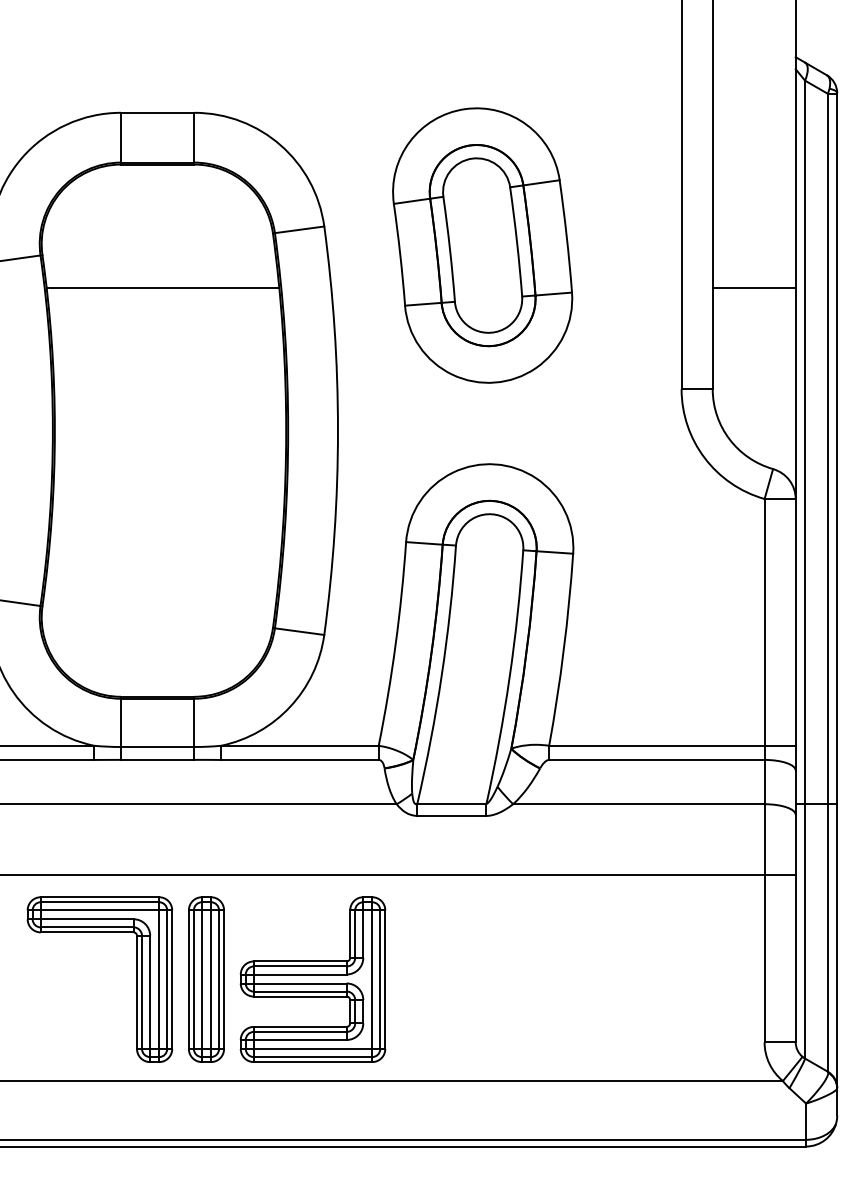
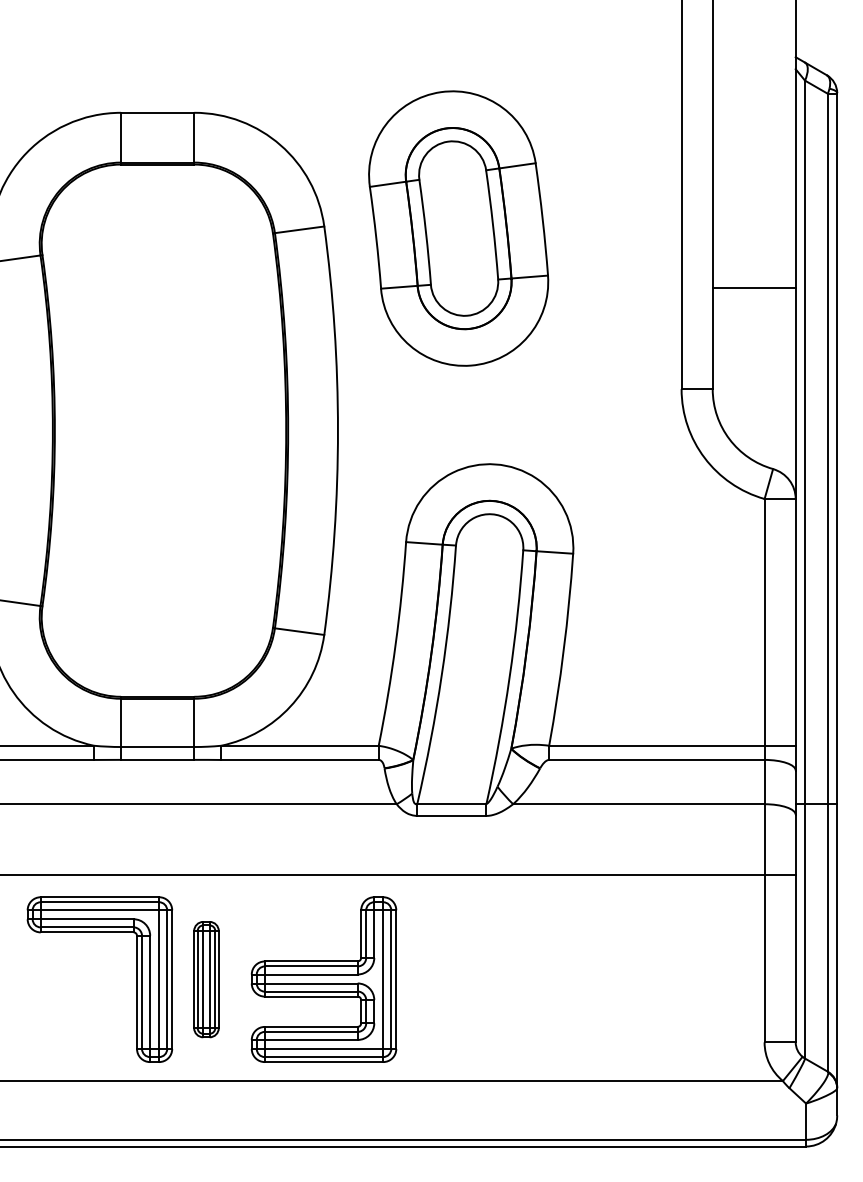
part at (482, 245) position: (482, 245) -> (458, 228)
line at (162, 288): present -> none
part at (206, 979) size: 37x167 px -> 27x118 px
part at (312, 979) position: (312, 979) -> (323, 979)
